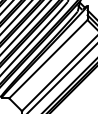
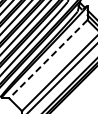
line at (48, 59): solid -> dashed
